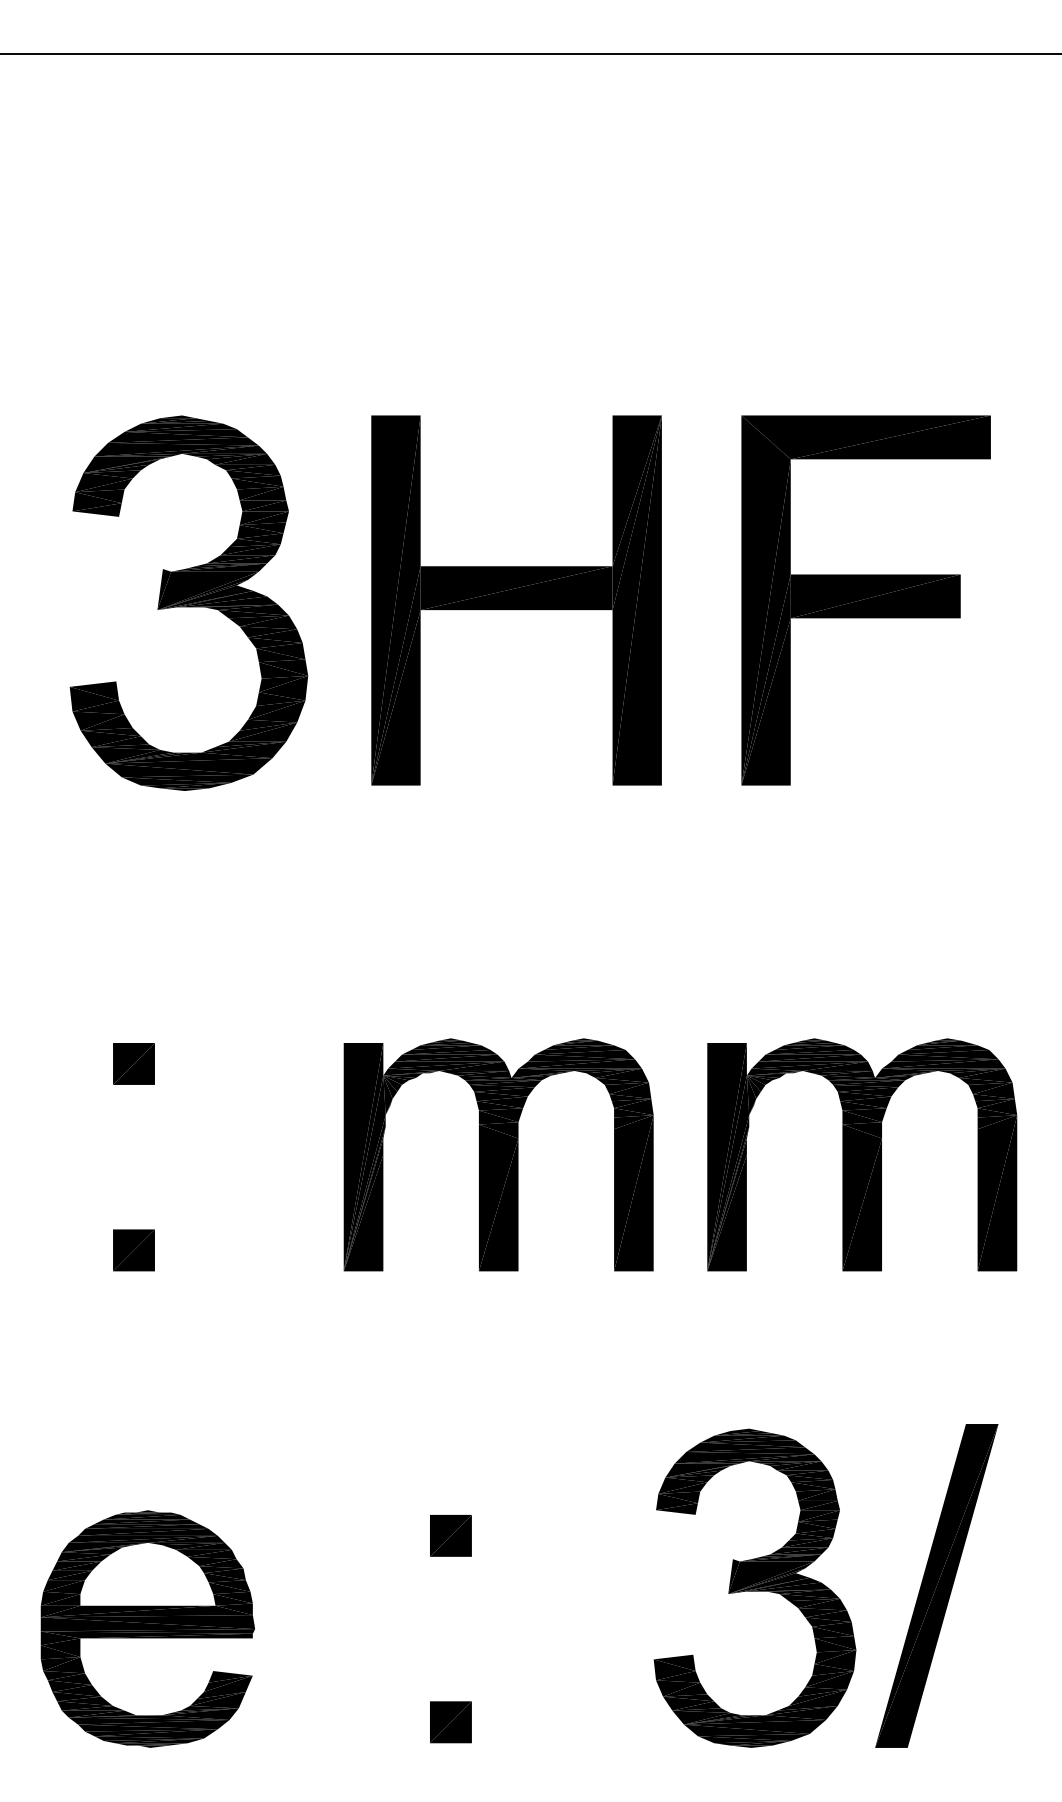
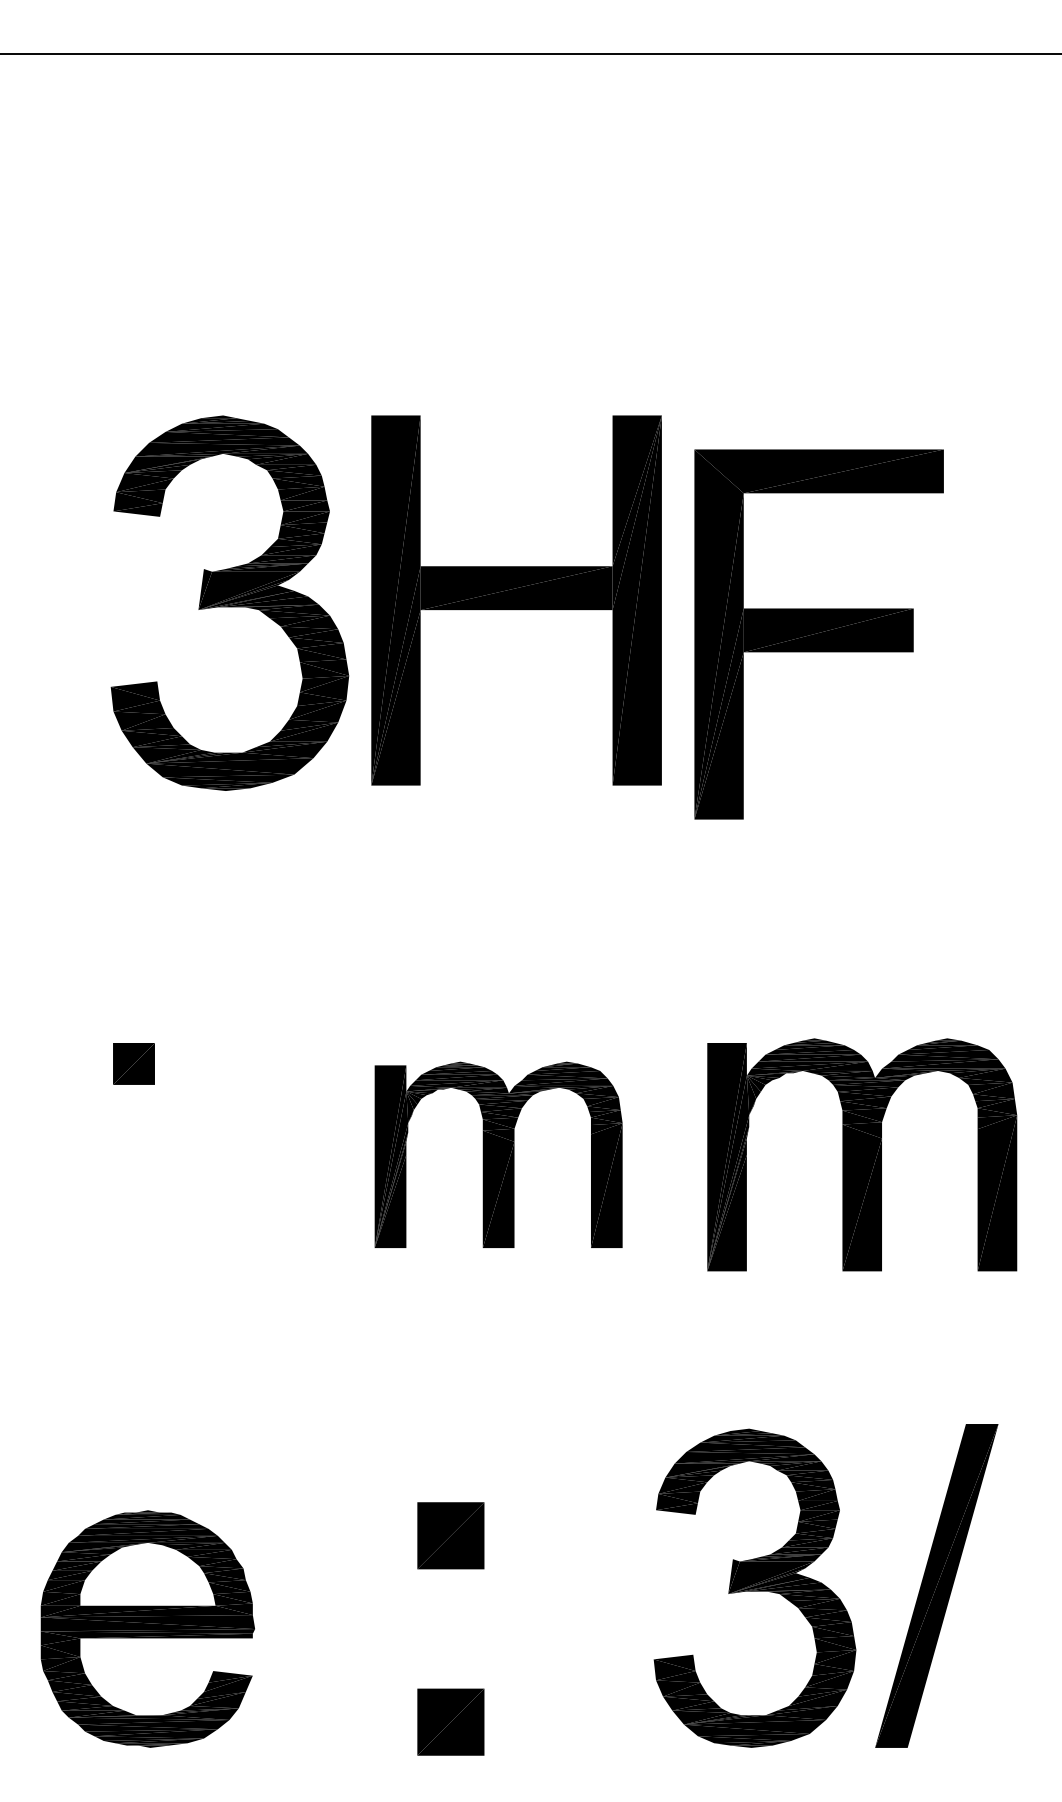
part at (865, 600) position: (865, 600) -> (818, 634)
part at (188, 602) position: (188, 602) -> (229, 602)
part at (498, 1154) size: 311x234 px -> 249x187 px
part at (133, 1250): present -> none
part at (450, 1535) size: 42x42 px -> 68x68 px
part at (450, 1722) size: 42x43 px -> 68x68 px
